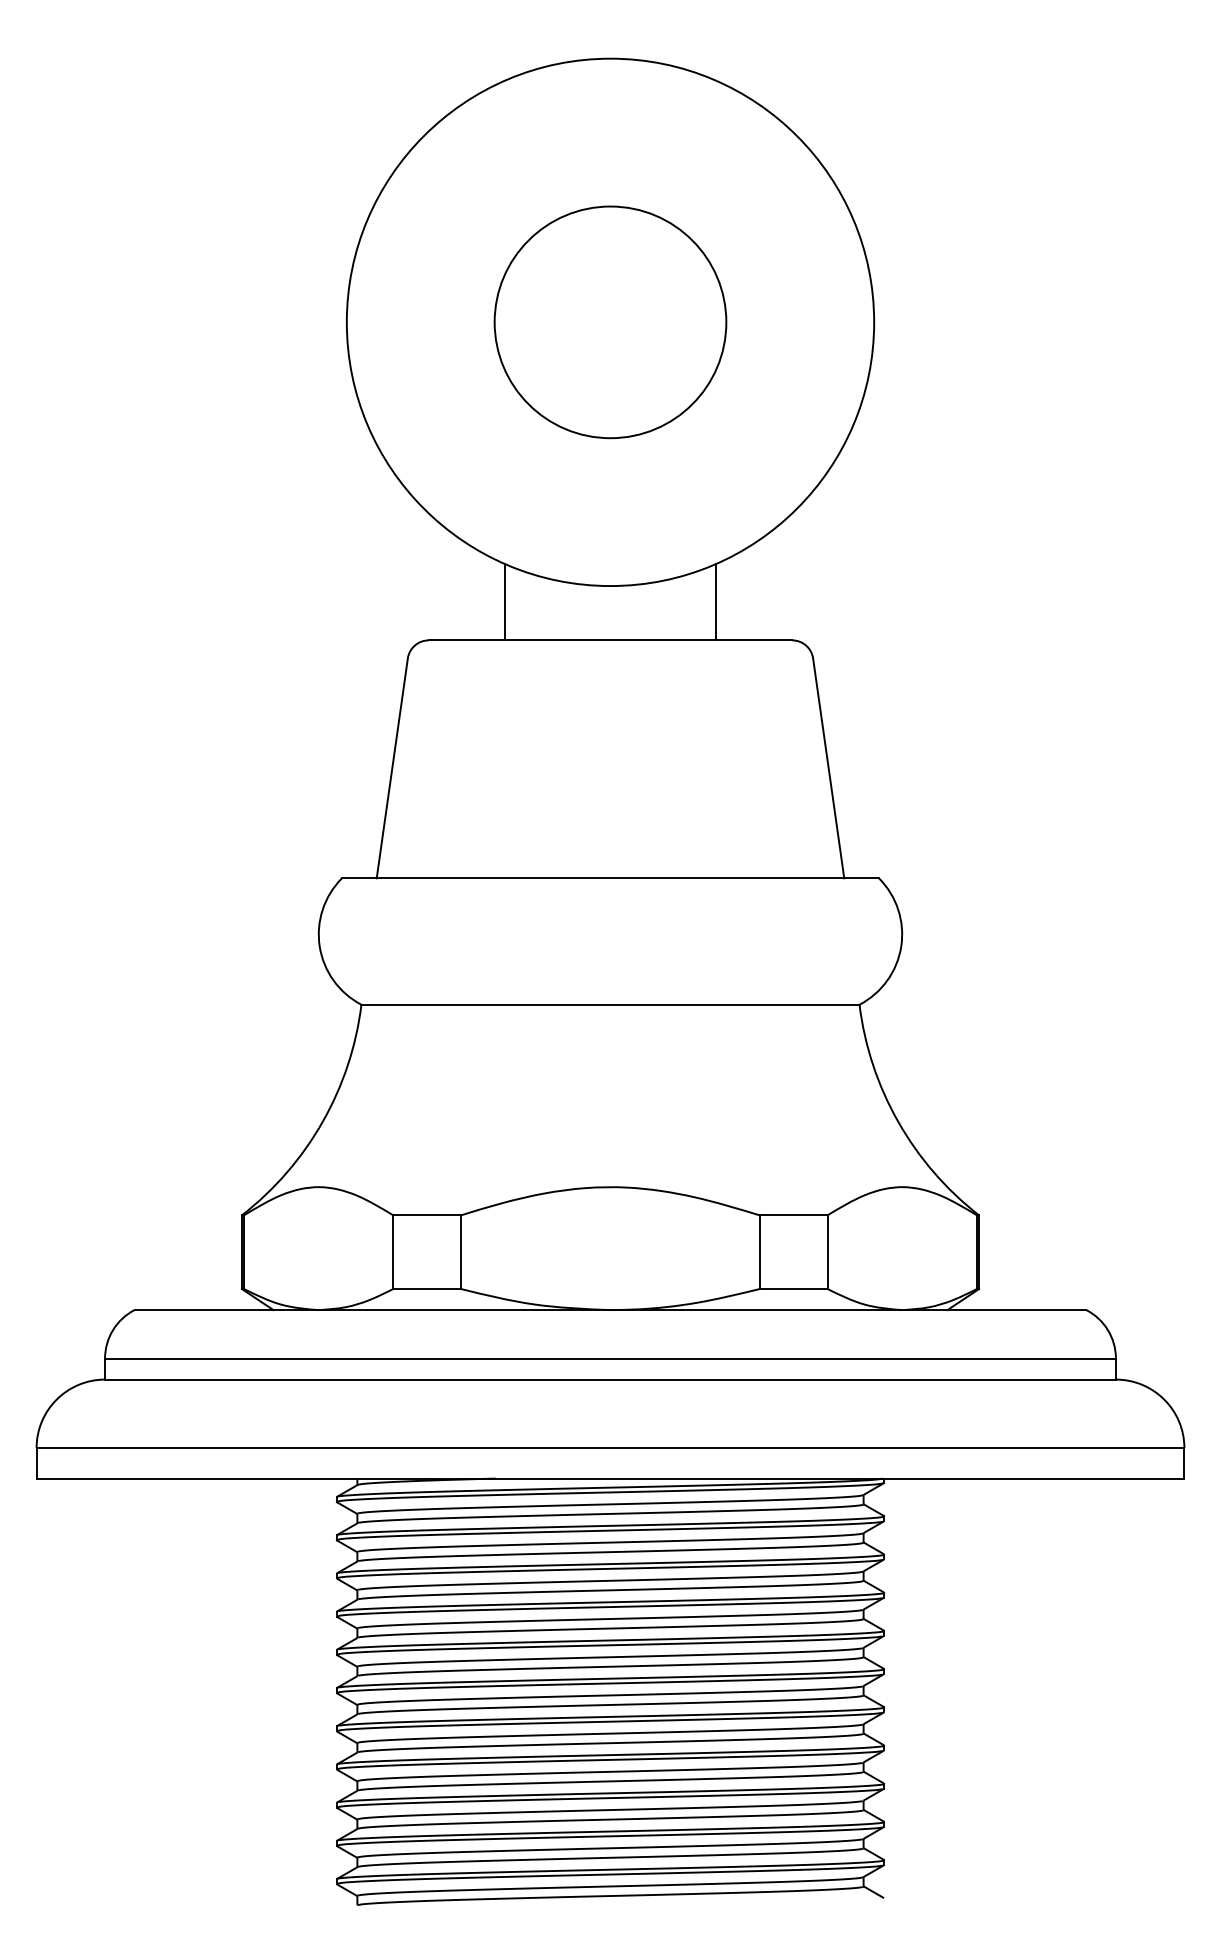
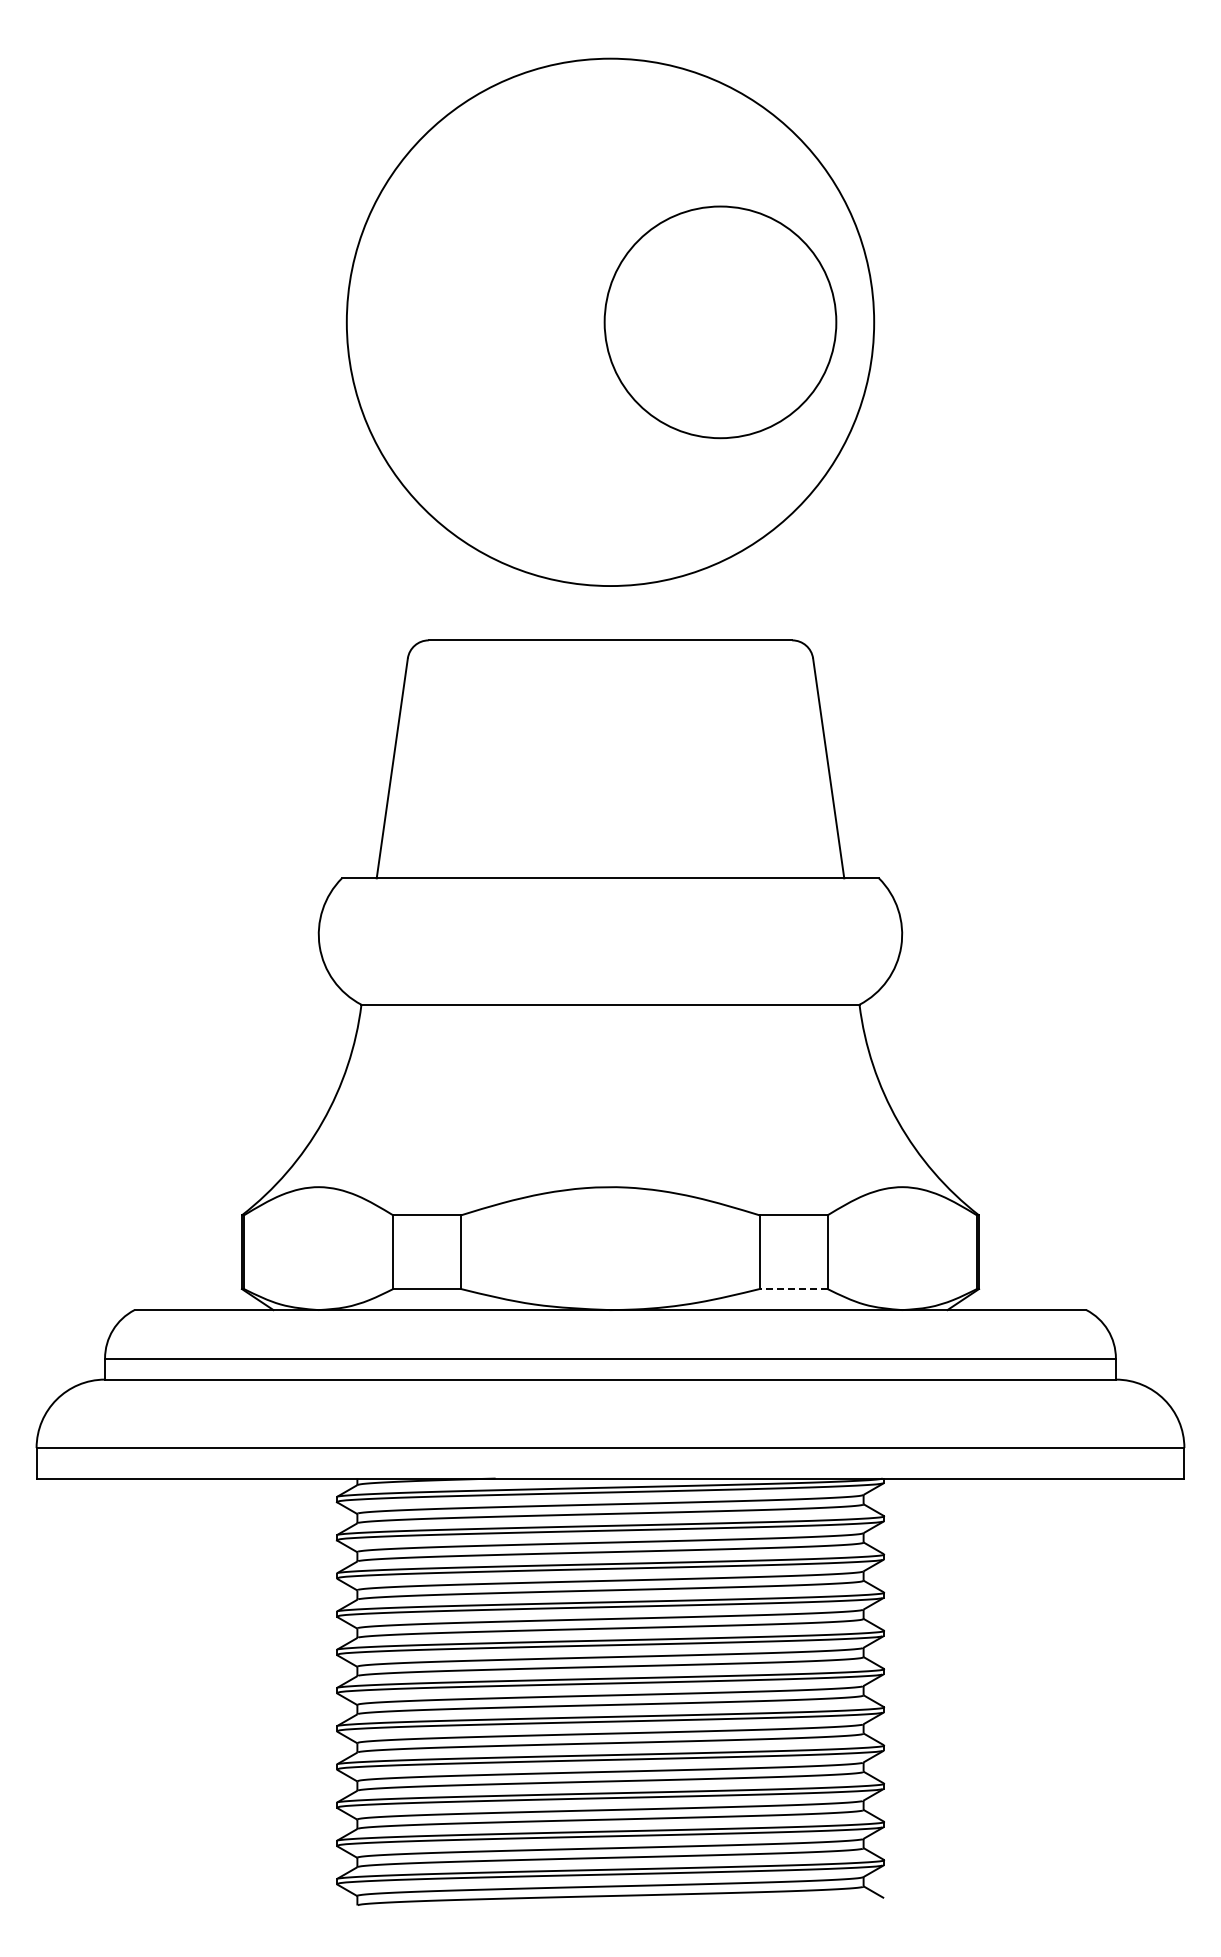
circle at (610, 322) position: (610, 322) -> (720, 322)
line at (505, 602): present -> none
line at (715, 602): present -> none
line at (793, 1289): solid -> dashed
